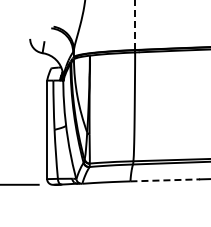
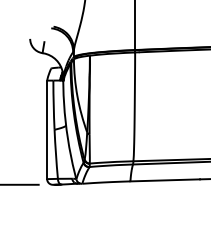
line at (135, 25): dashed -> solid
line at (165, 180): dashed -> solid
